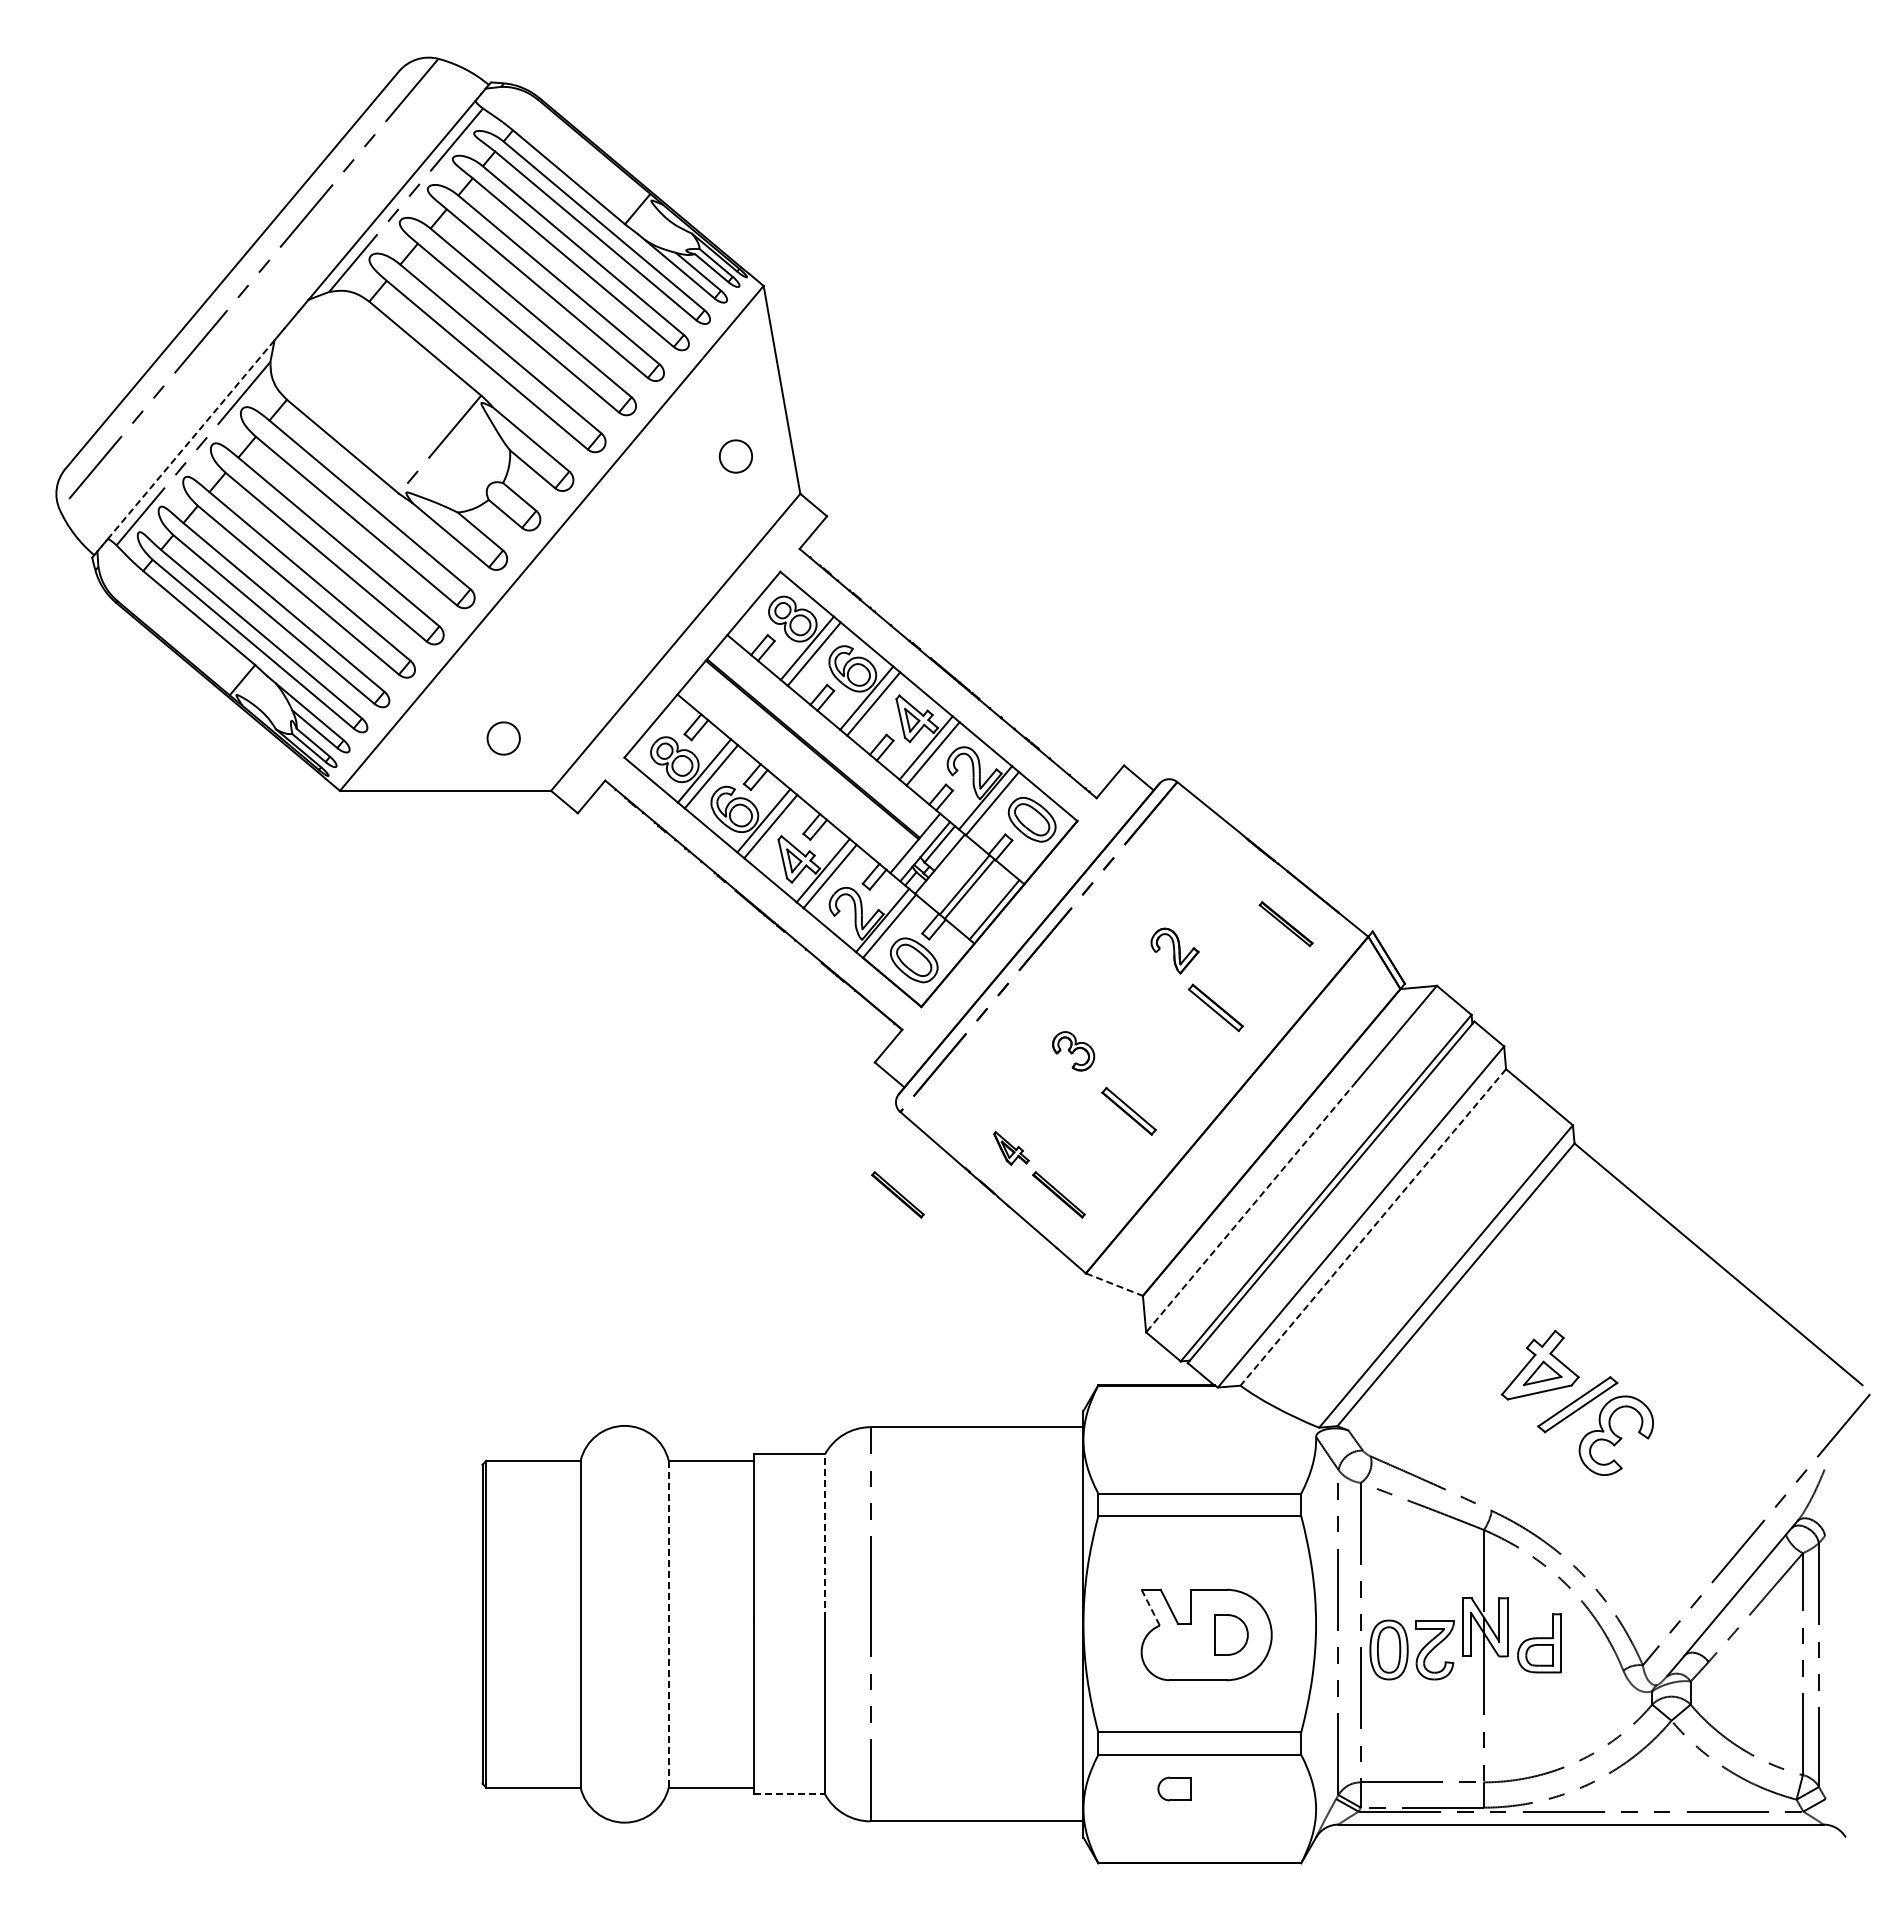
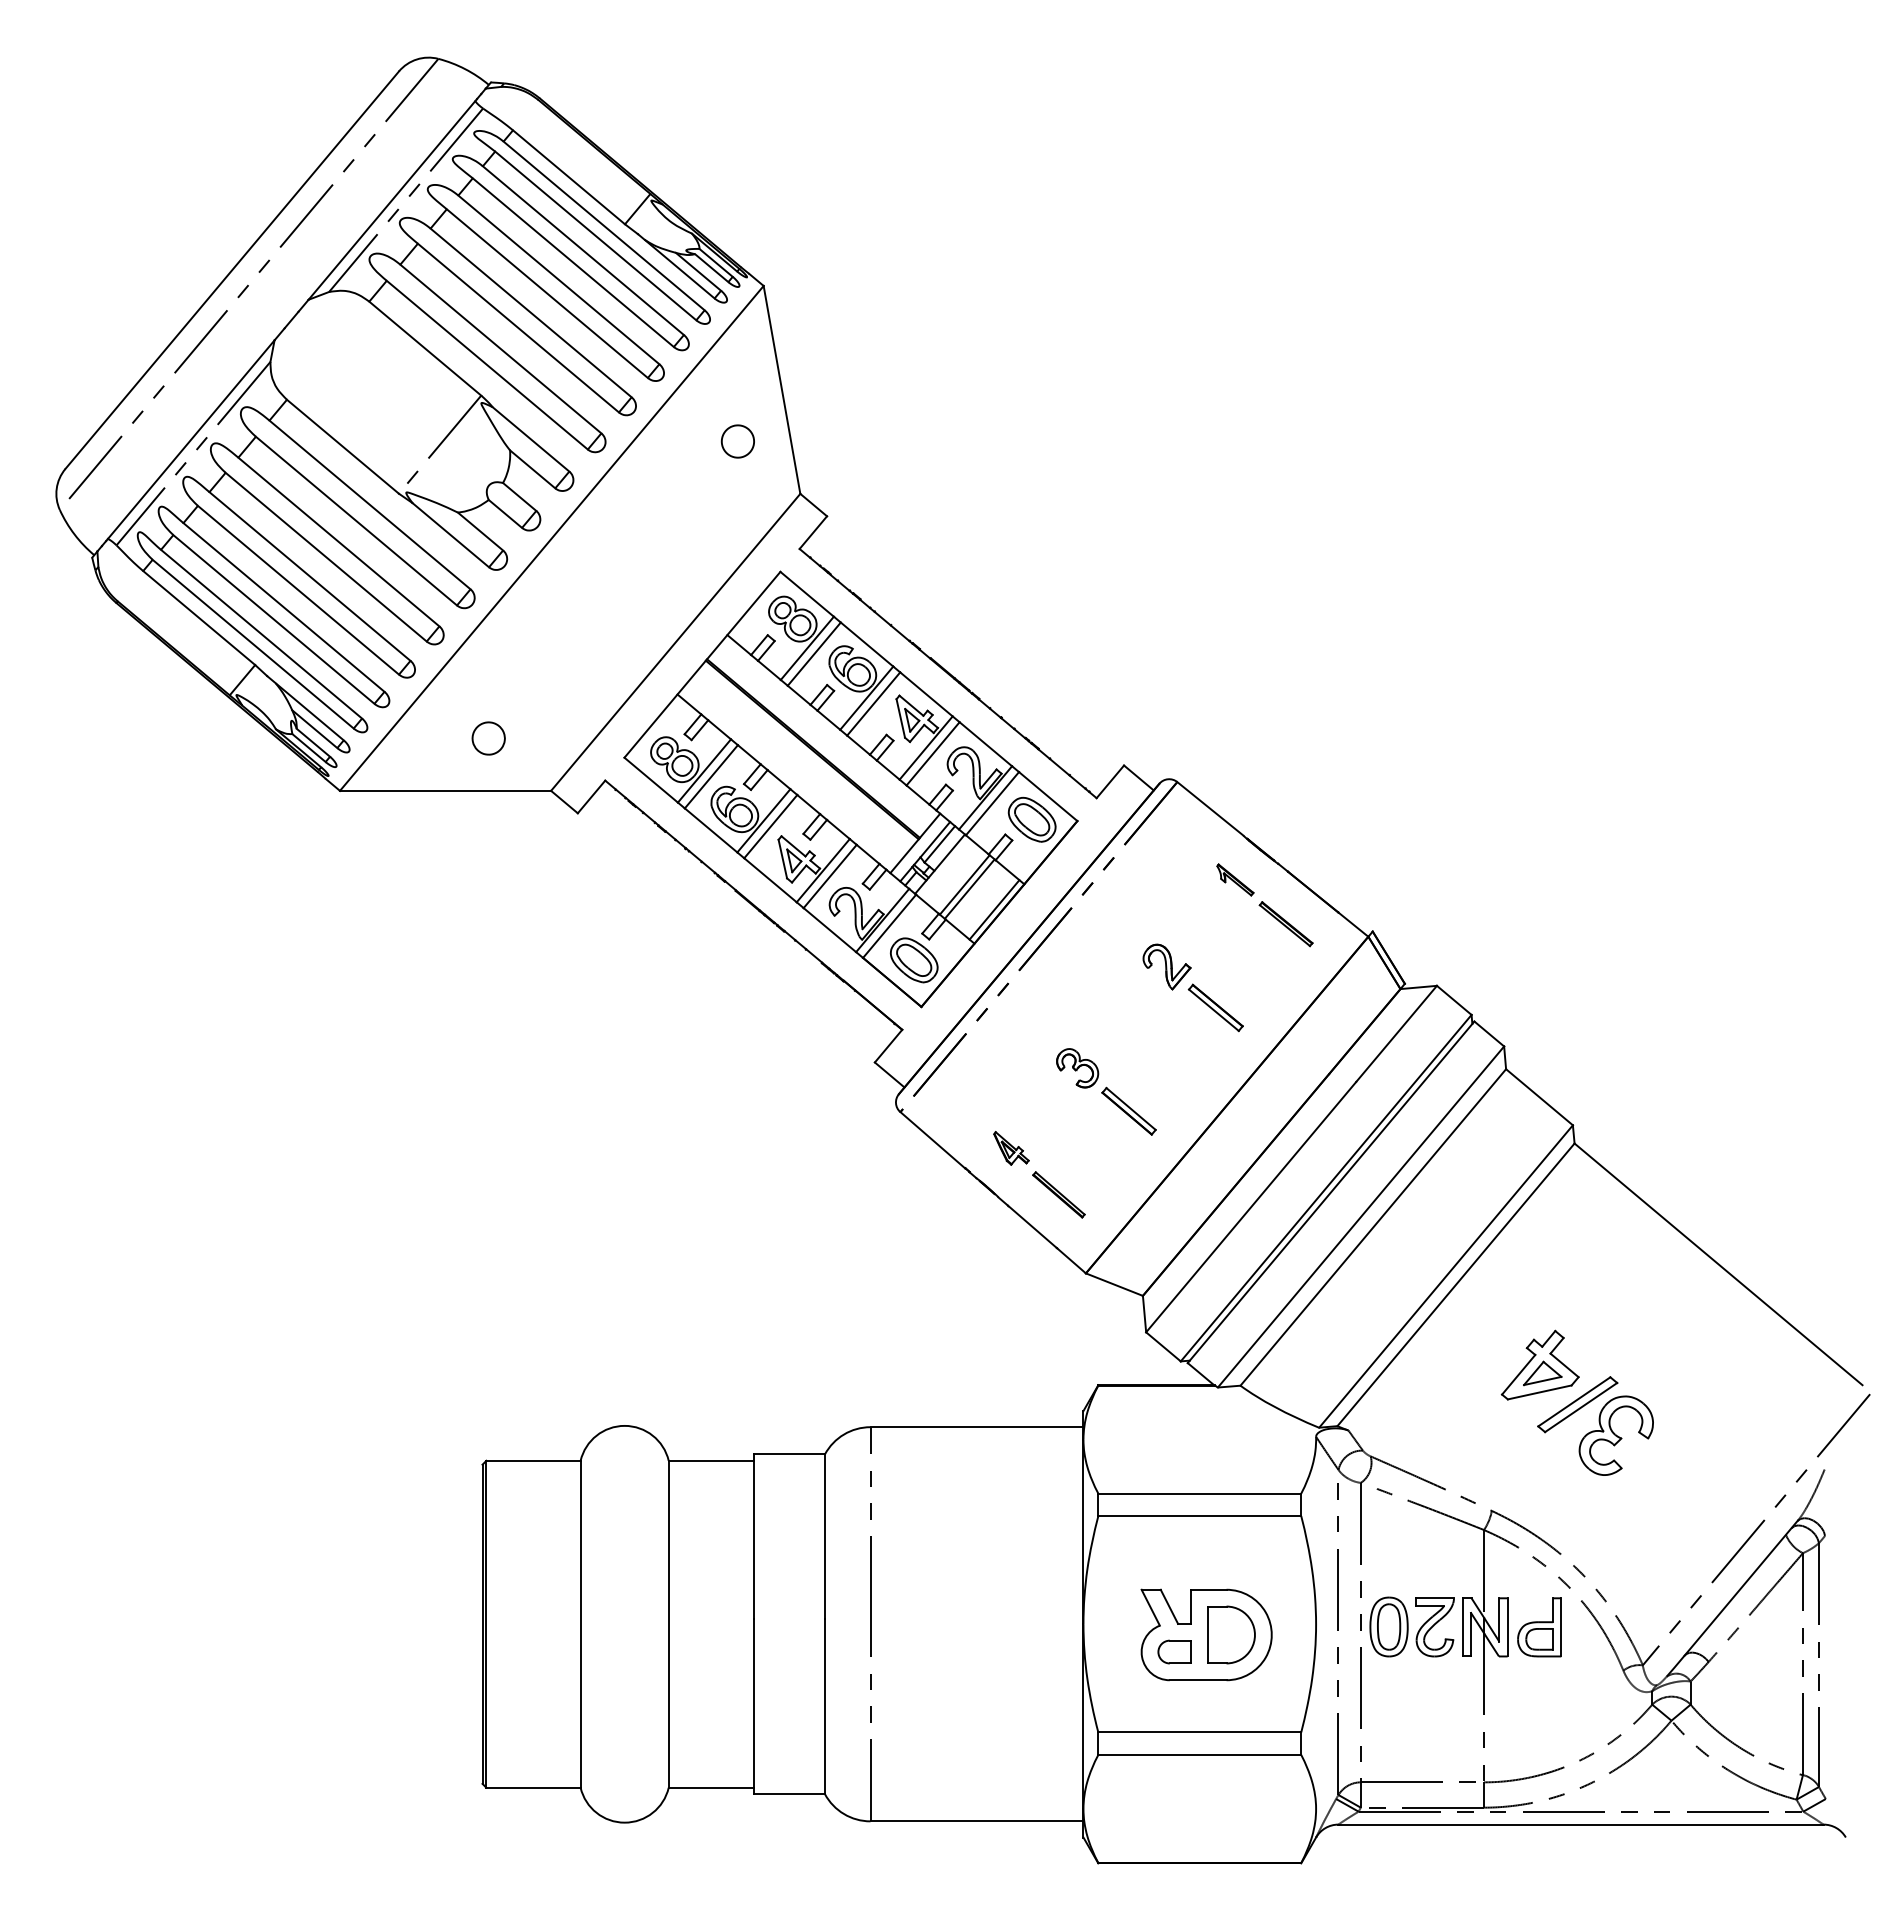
line at (191, 439): dashed -> solid
part at (735, 456) position: (735, 456) -> (737, 441)
part at (503, 738) position: (503, 738) -> (488, 738)
part at (1235, 879): none -> present
part at (1174, 950) position: (1174, 950) -> (1166, 966)
part at (1073, 1051) position: (1073, 1051) -> (1077, 1068)
part at (897, 1194): present -> none
line at (1250, 1207): dashed -> solid
line at (1373, 1227): dashed -> solid
line at (1114, 1284): dashed -> solid
line at (825, 1536): dashed -> solid
line at (1150, 1608): dashed -> solid
line at (668, 1624): dashed -> solid
part at (1231, 1634) size: 35x42 px -> 49x60 px
part at (1539, 1643) position: (1539, 1643) -> (1539, 1627)
part at (1411, 1649) position: (1411, 1649) -> (1411, 1626)
part at (1174, 1788) position: (1174, 1788) -> (1174, 1651)
line at (789, 1794): dashed -> solid
